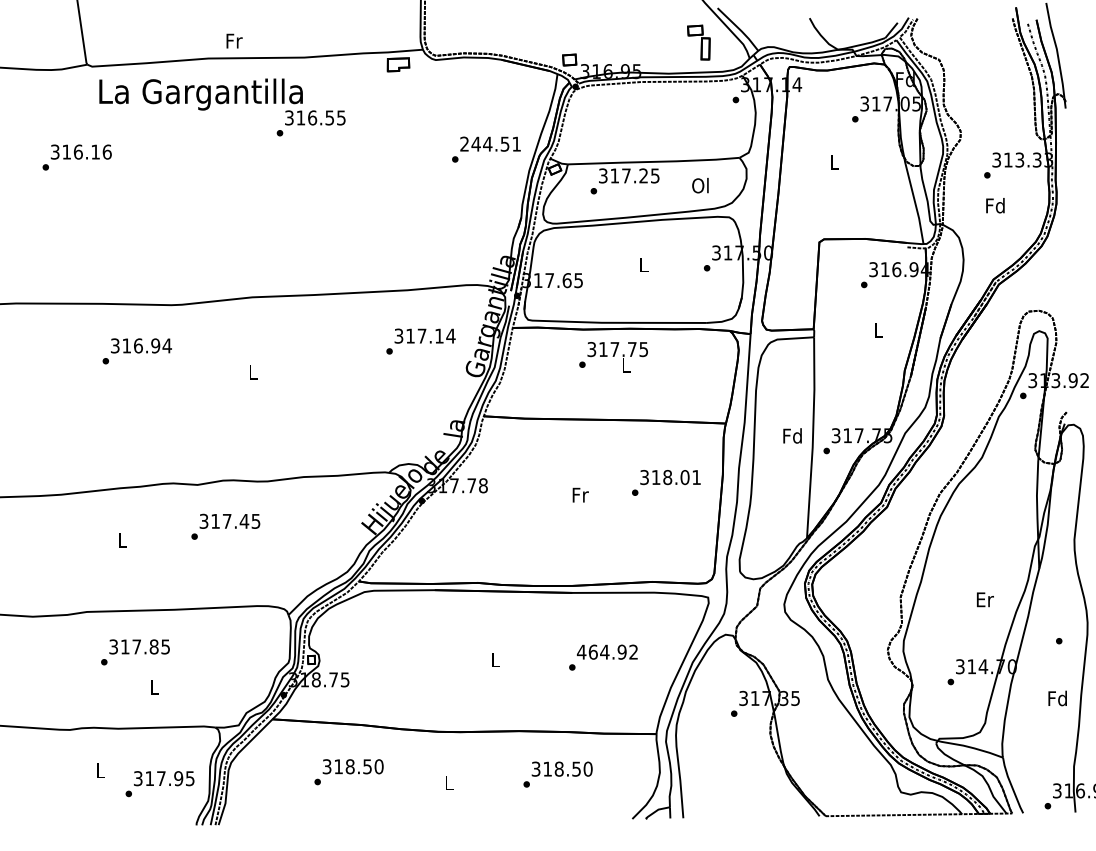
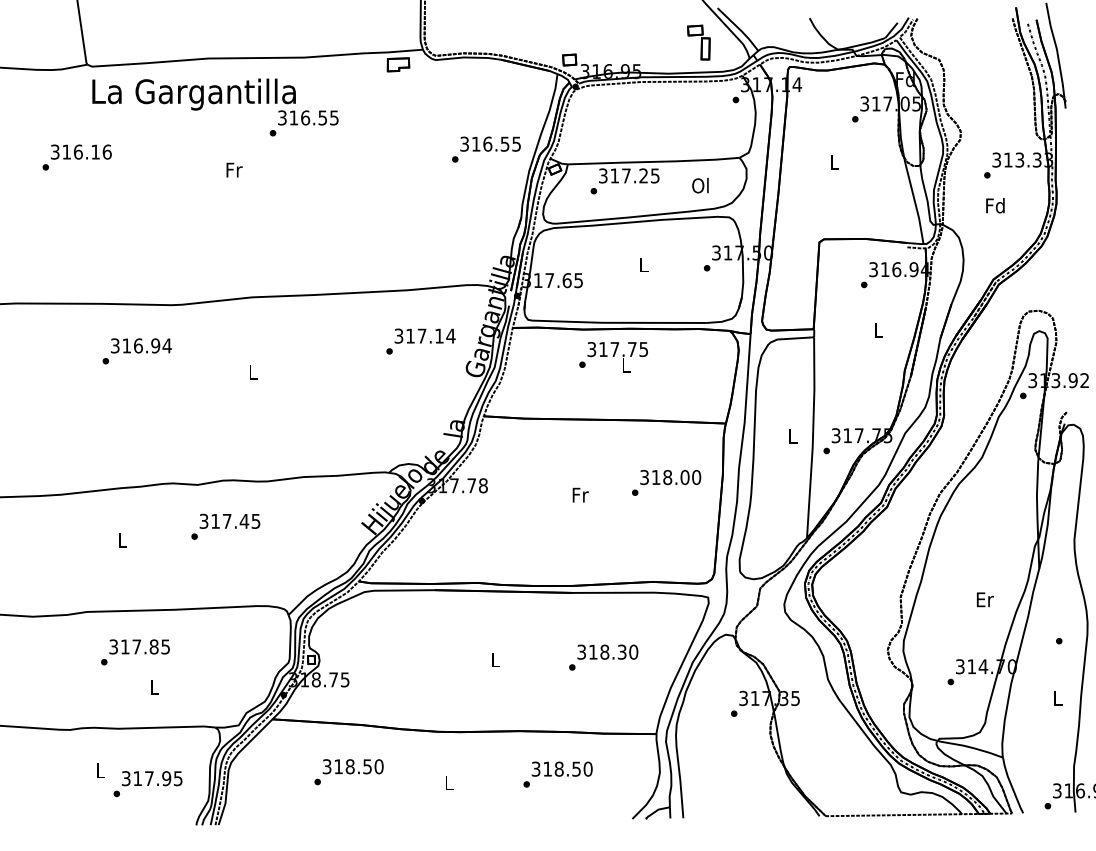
text at (234, 40) position: (234, 40) -> (234, 169)
text at (222, 107) position: (222, 107) -> (215, 107)
text at (490, 143): 244.51 -> 316.55
text at (792, 435): Fd -> L
text at (696, 477): 318.01 -> 318.00
text at (607, 651): 464.92 -> 318.30
text at (1057, 698): Fd -> L
text at (159, 784) position: (159, 784) -> (147, 784)
